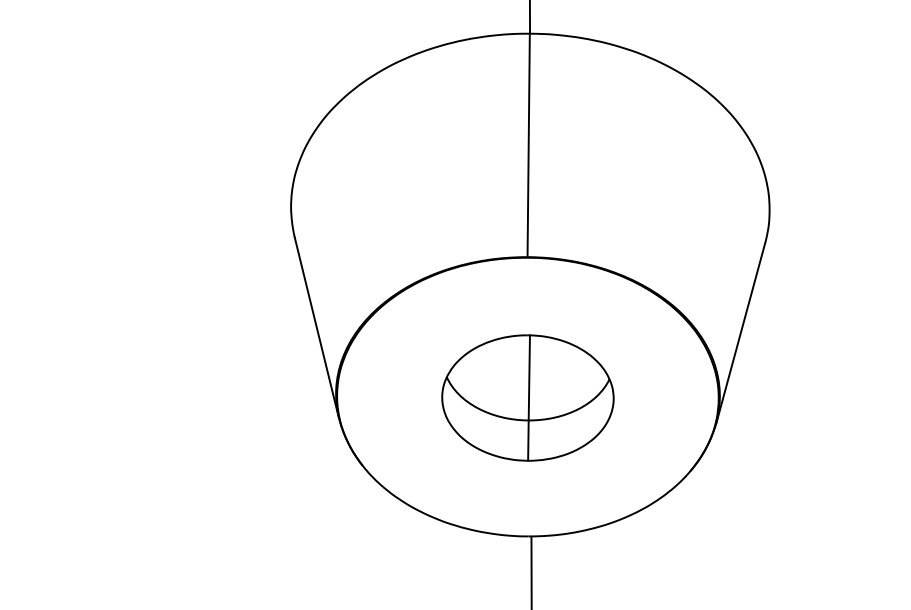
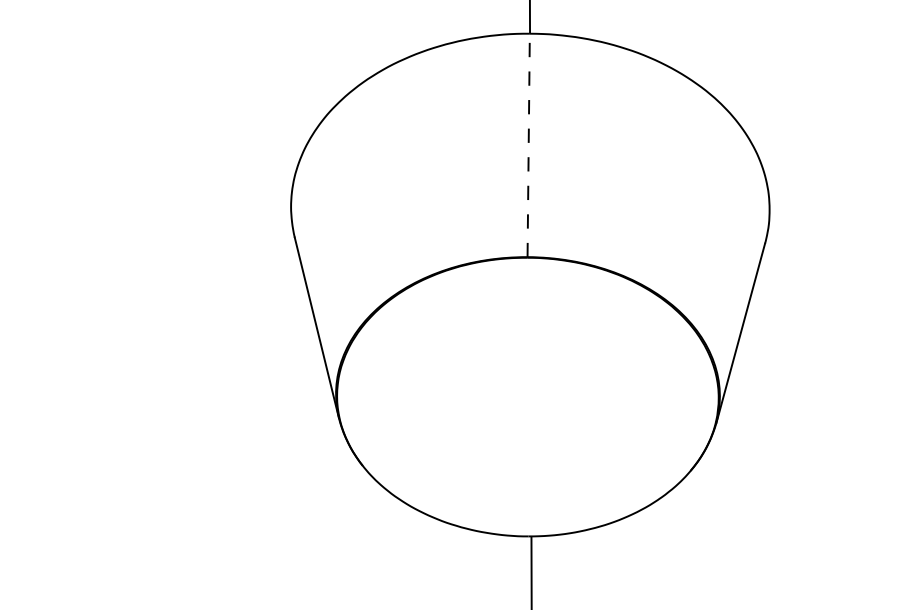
line at (528, 145): solid -> dashed
part at (527, 397): present -> none
